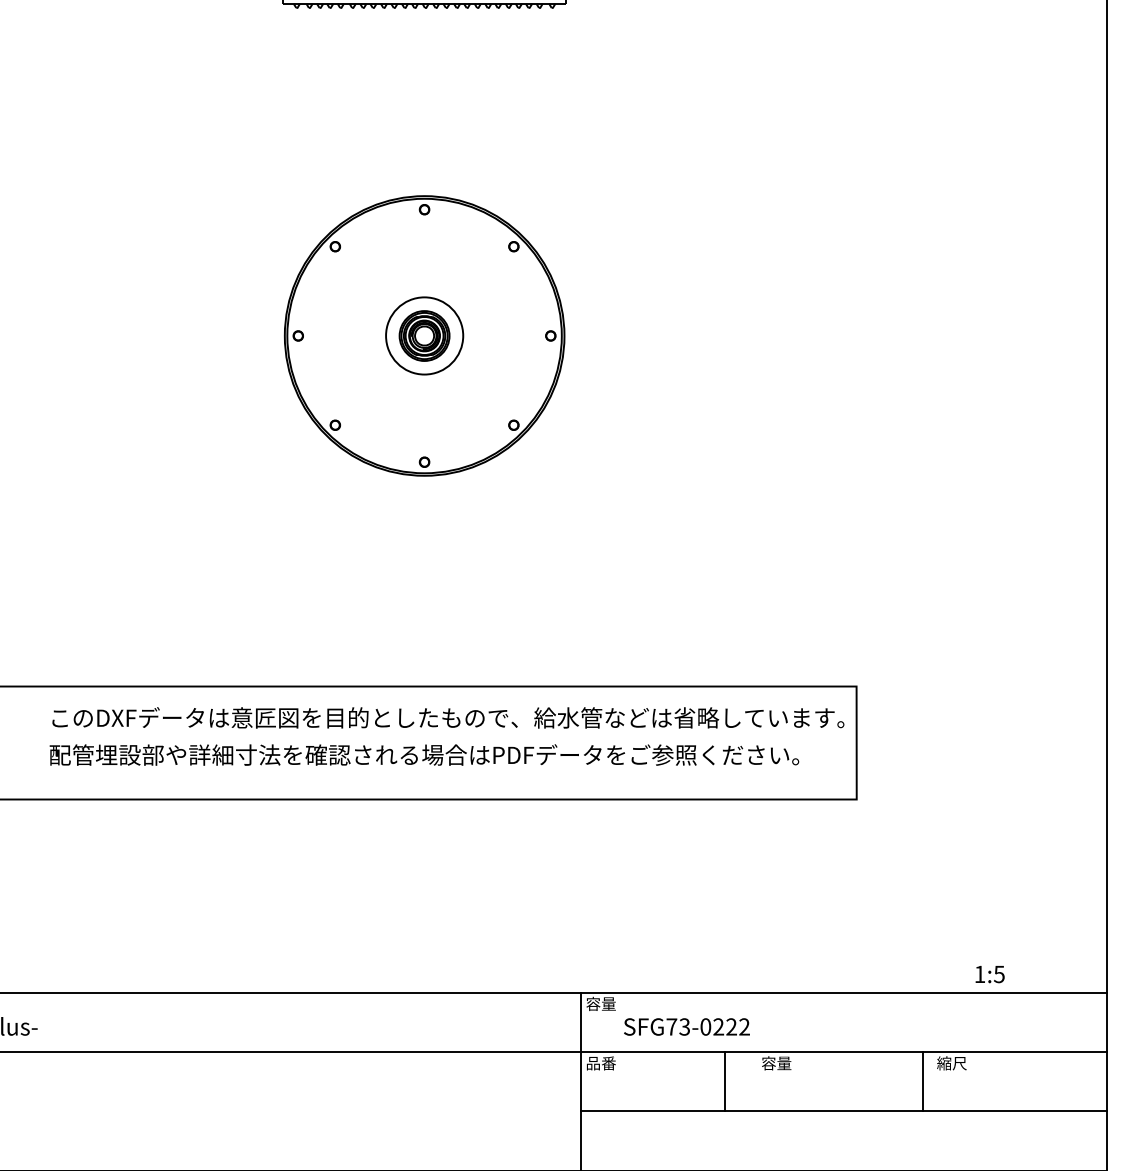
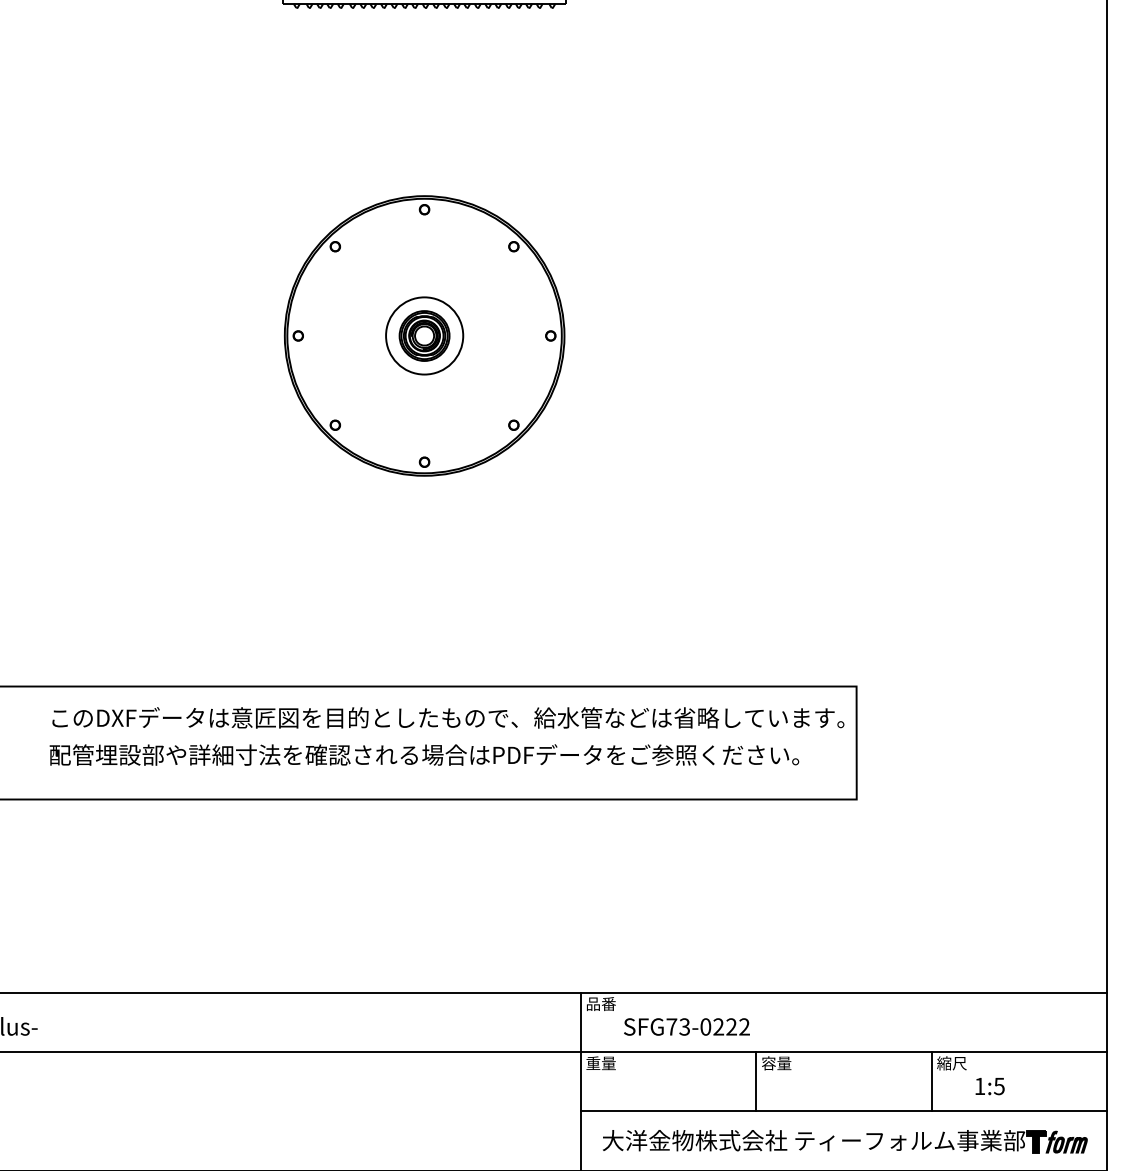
text at (989, 974) position: (989, 974) -> (989, 1086)
text at (600, 1003): 容量 -> 品番
text at (600, 1063): 品番 -> 重量
line at (725, 1081) position: (725, 1081) -> (756, 1081)
line at (922, 1081) position: (922, 1081) -> (931, 1081)
part at (845, 1141): none -> present
